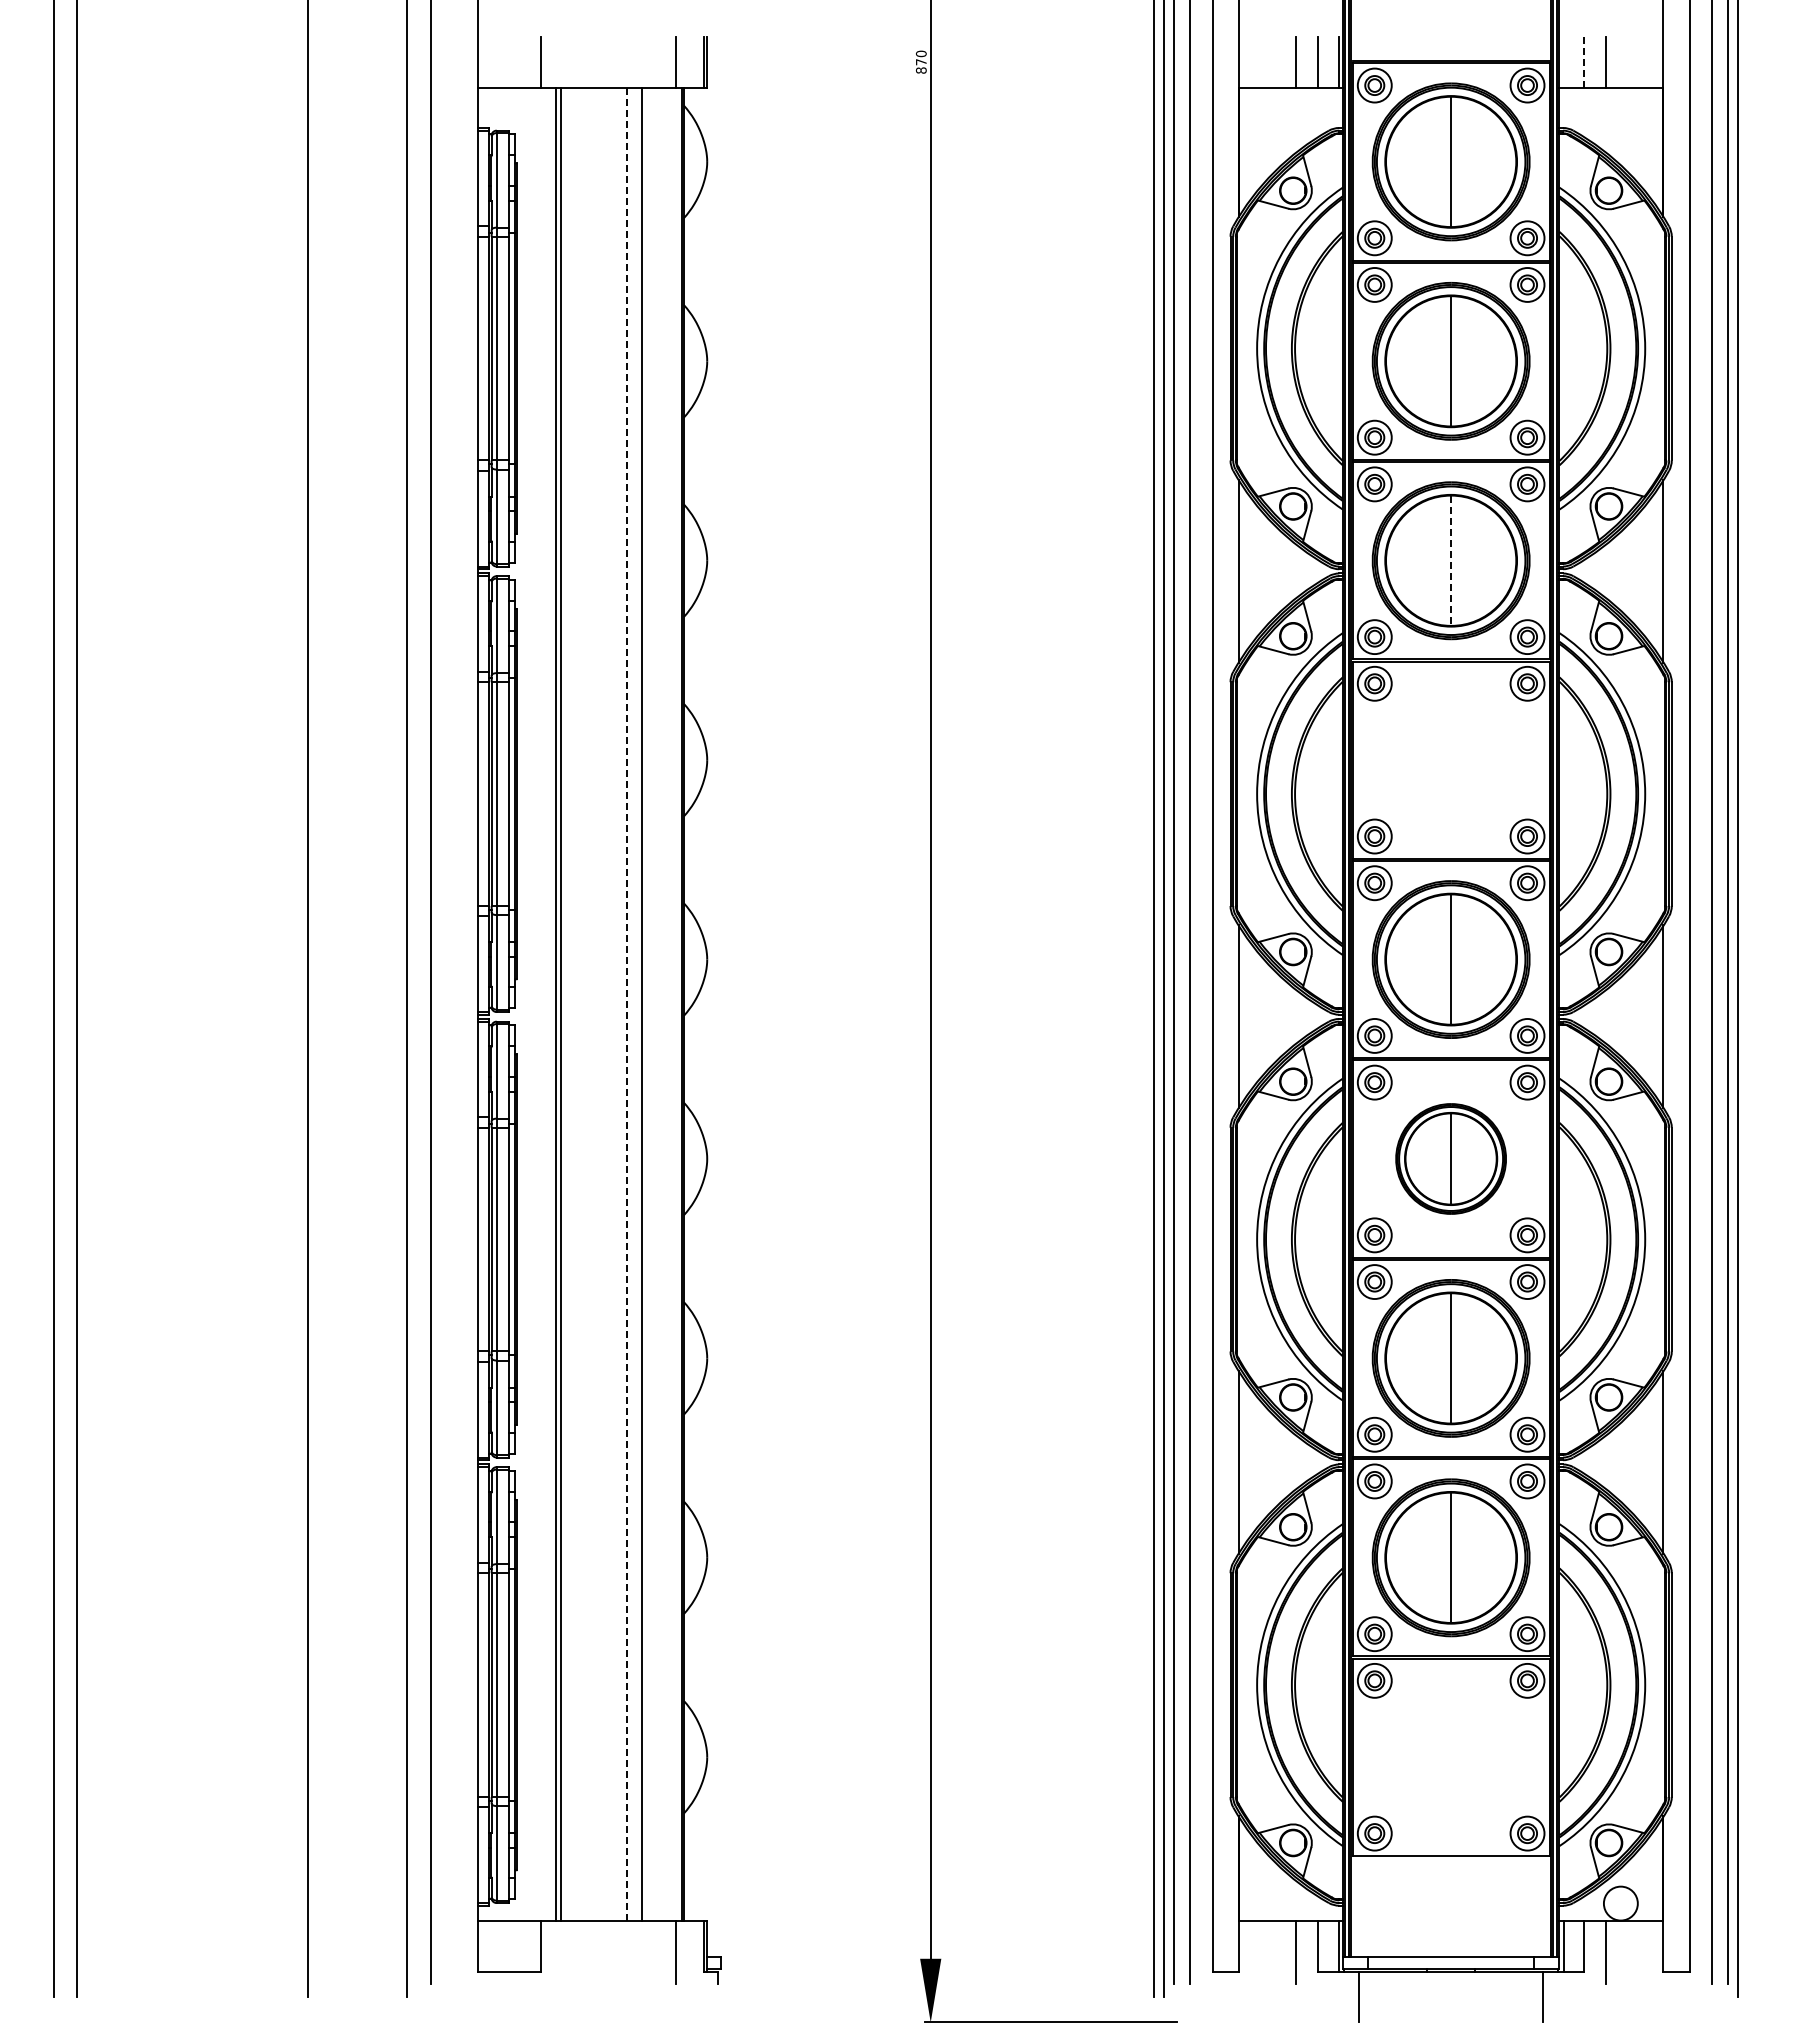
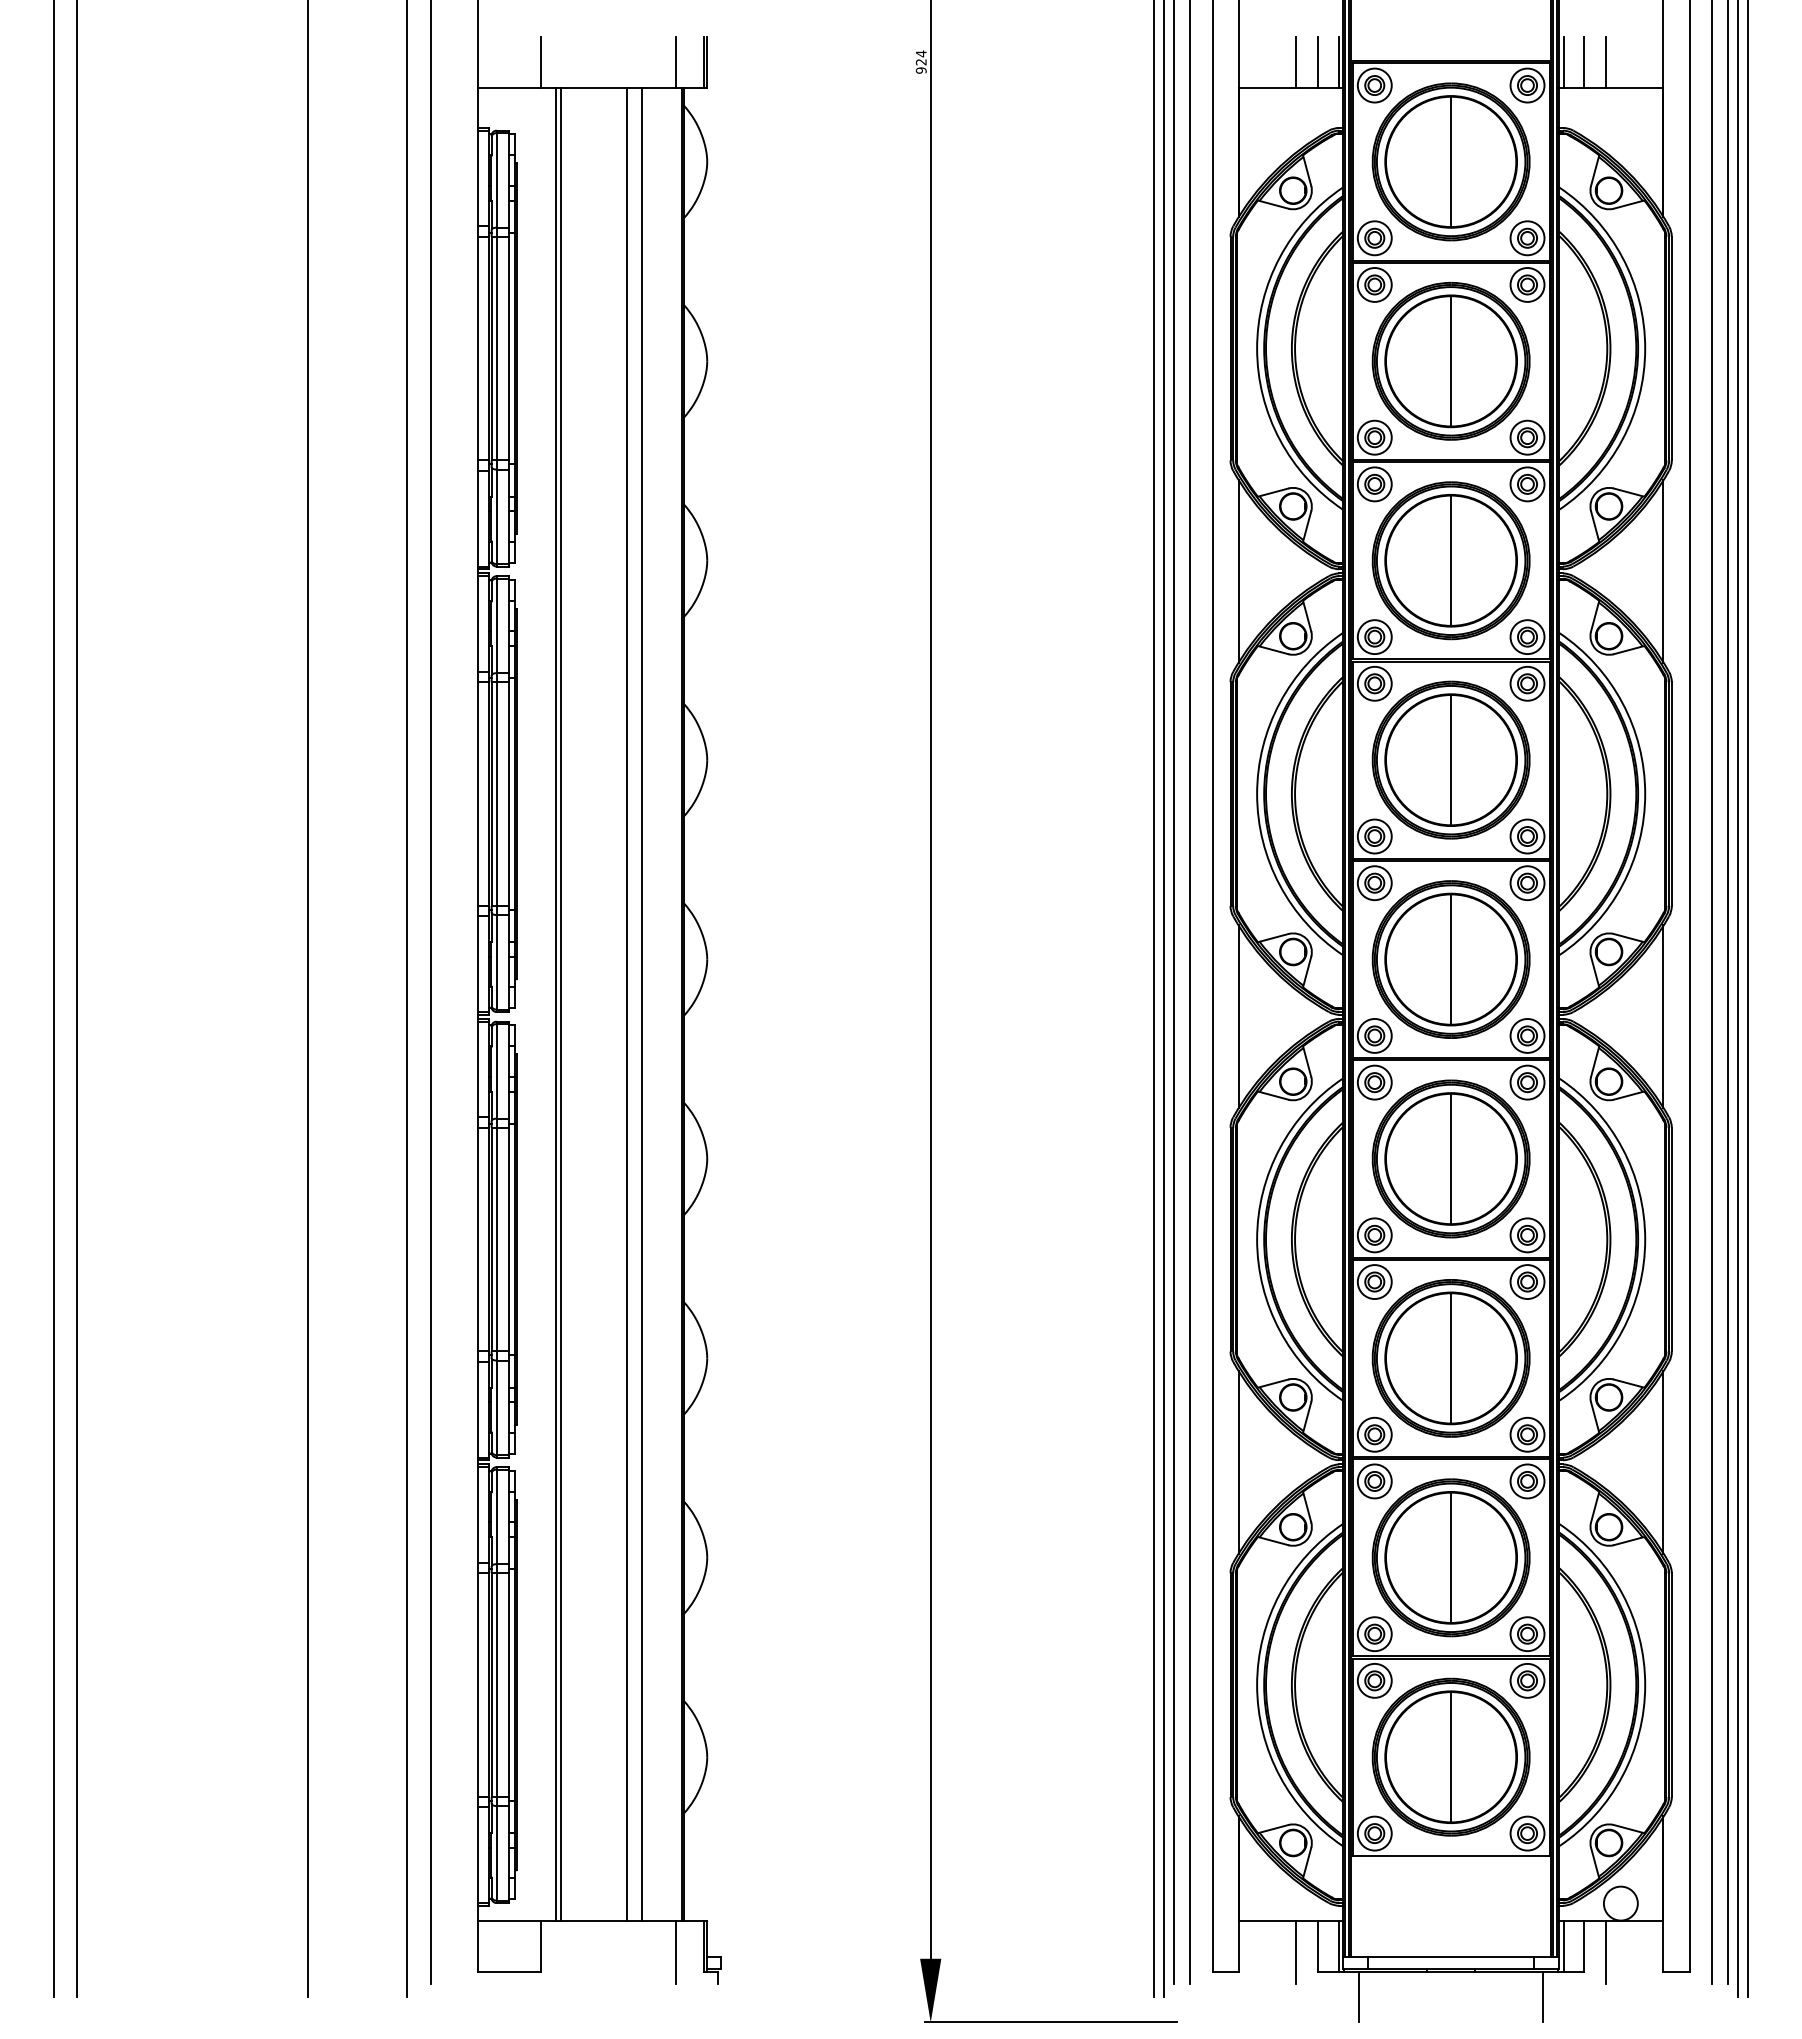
text at (920, 61): 870 -> 924
line at (1563, 61): none -> present
line at (1583, 61): dashed -> solid
line at (1451, 561): dashed -> solid
part at (1450, 759): none -> present
line at (1748, 999): none -> present
line at (626, 1003): dashed -> solid
part at (1450, 1158) size: 112x112 px -> 160x160 px
part at (1450, 1756): none -> present
